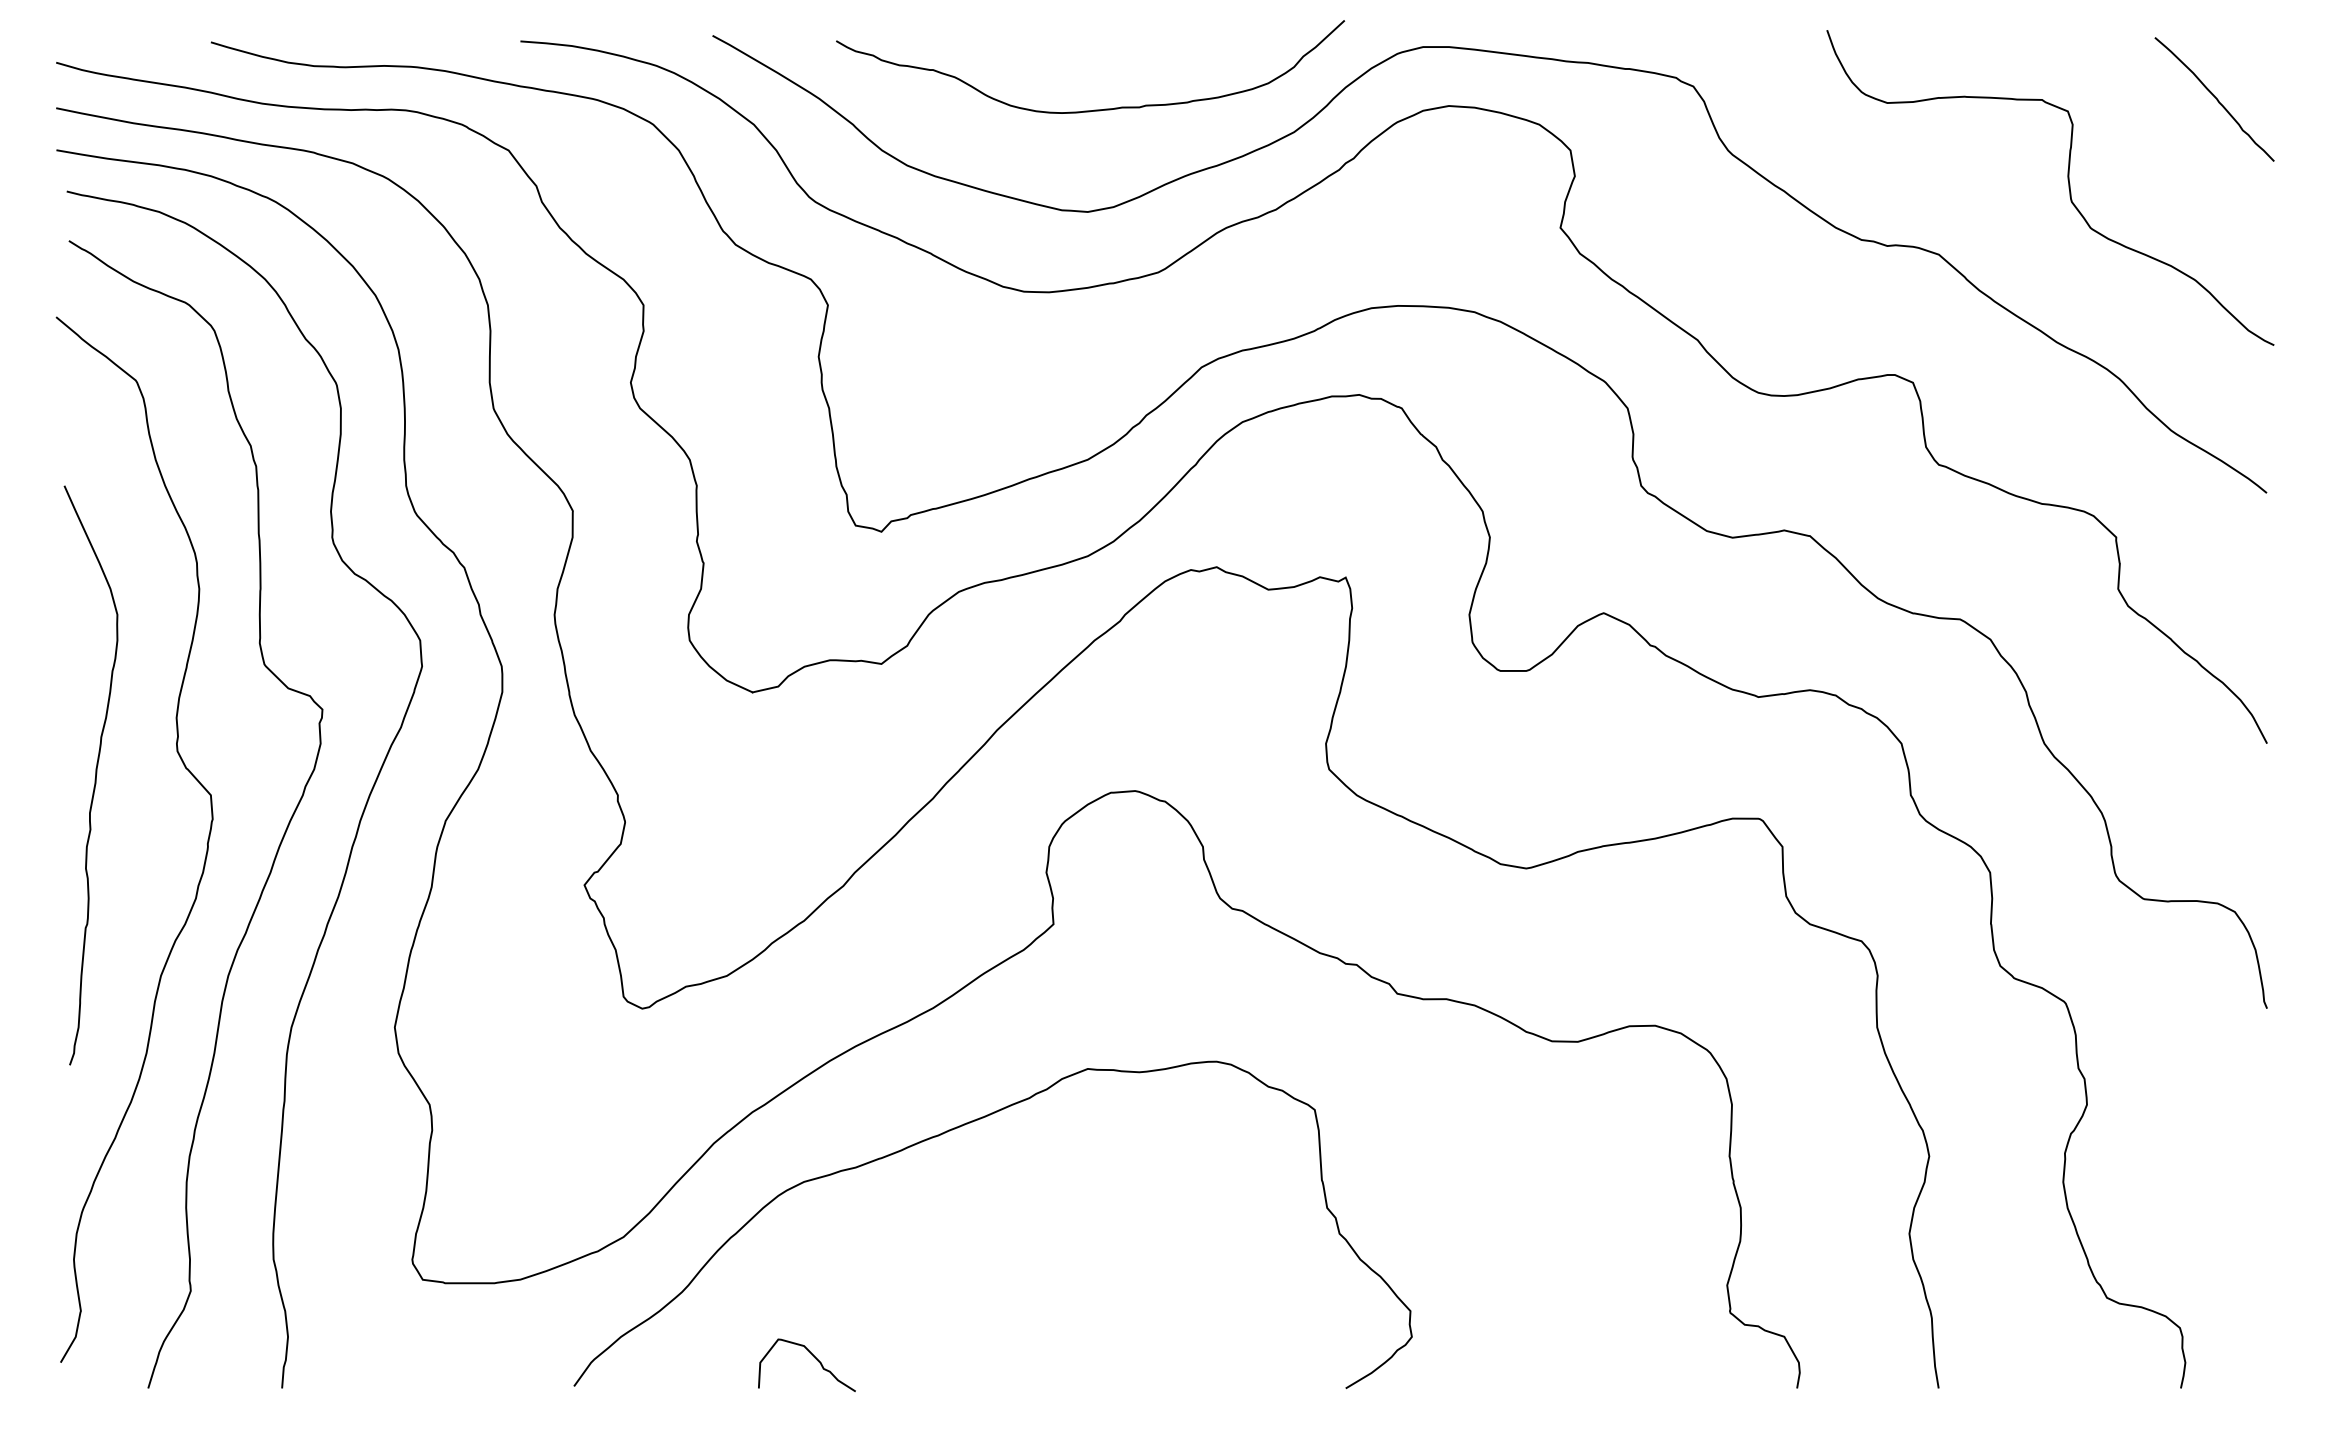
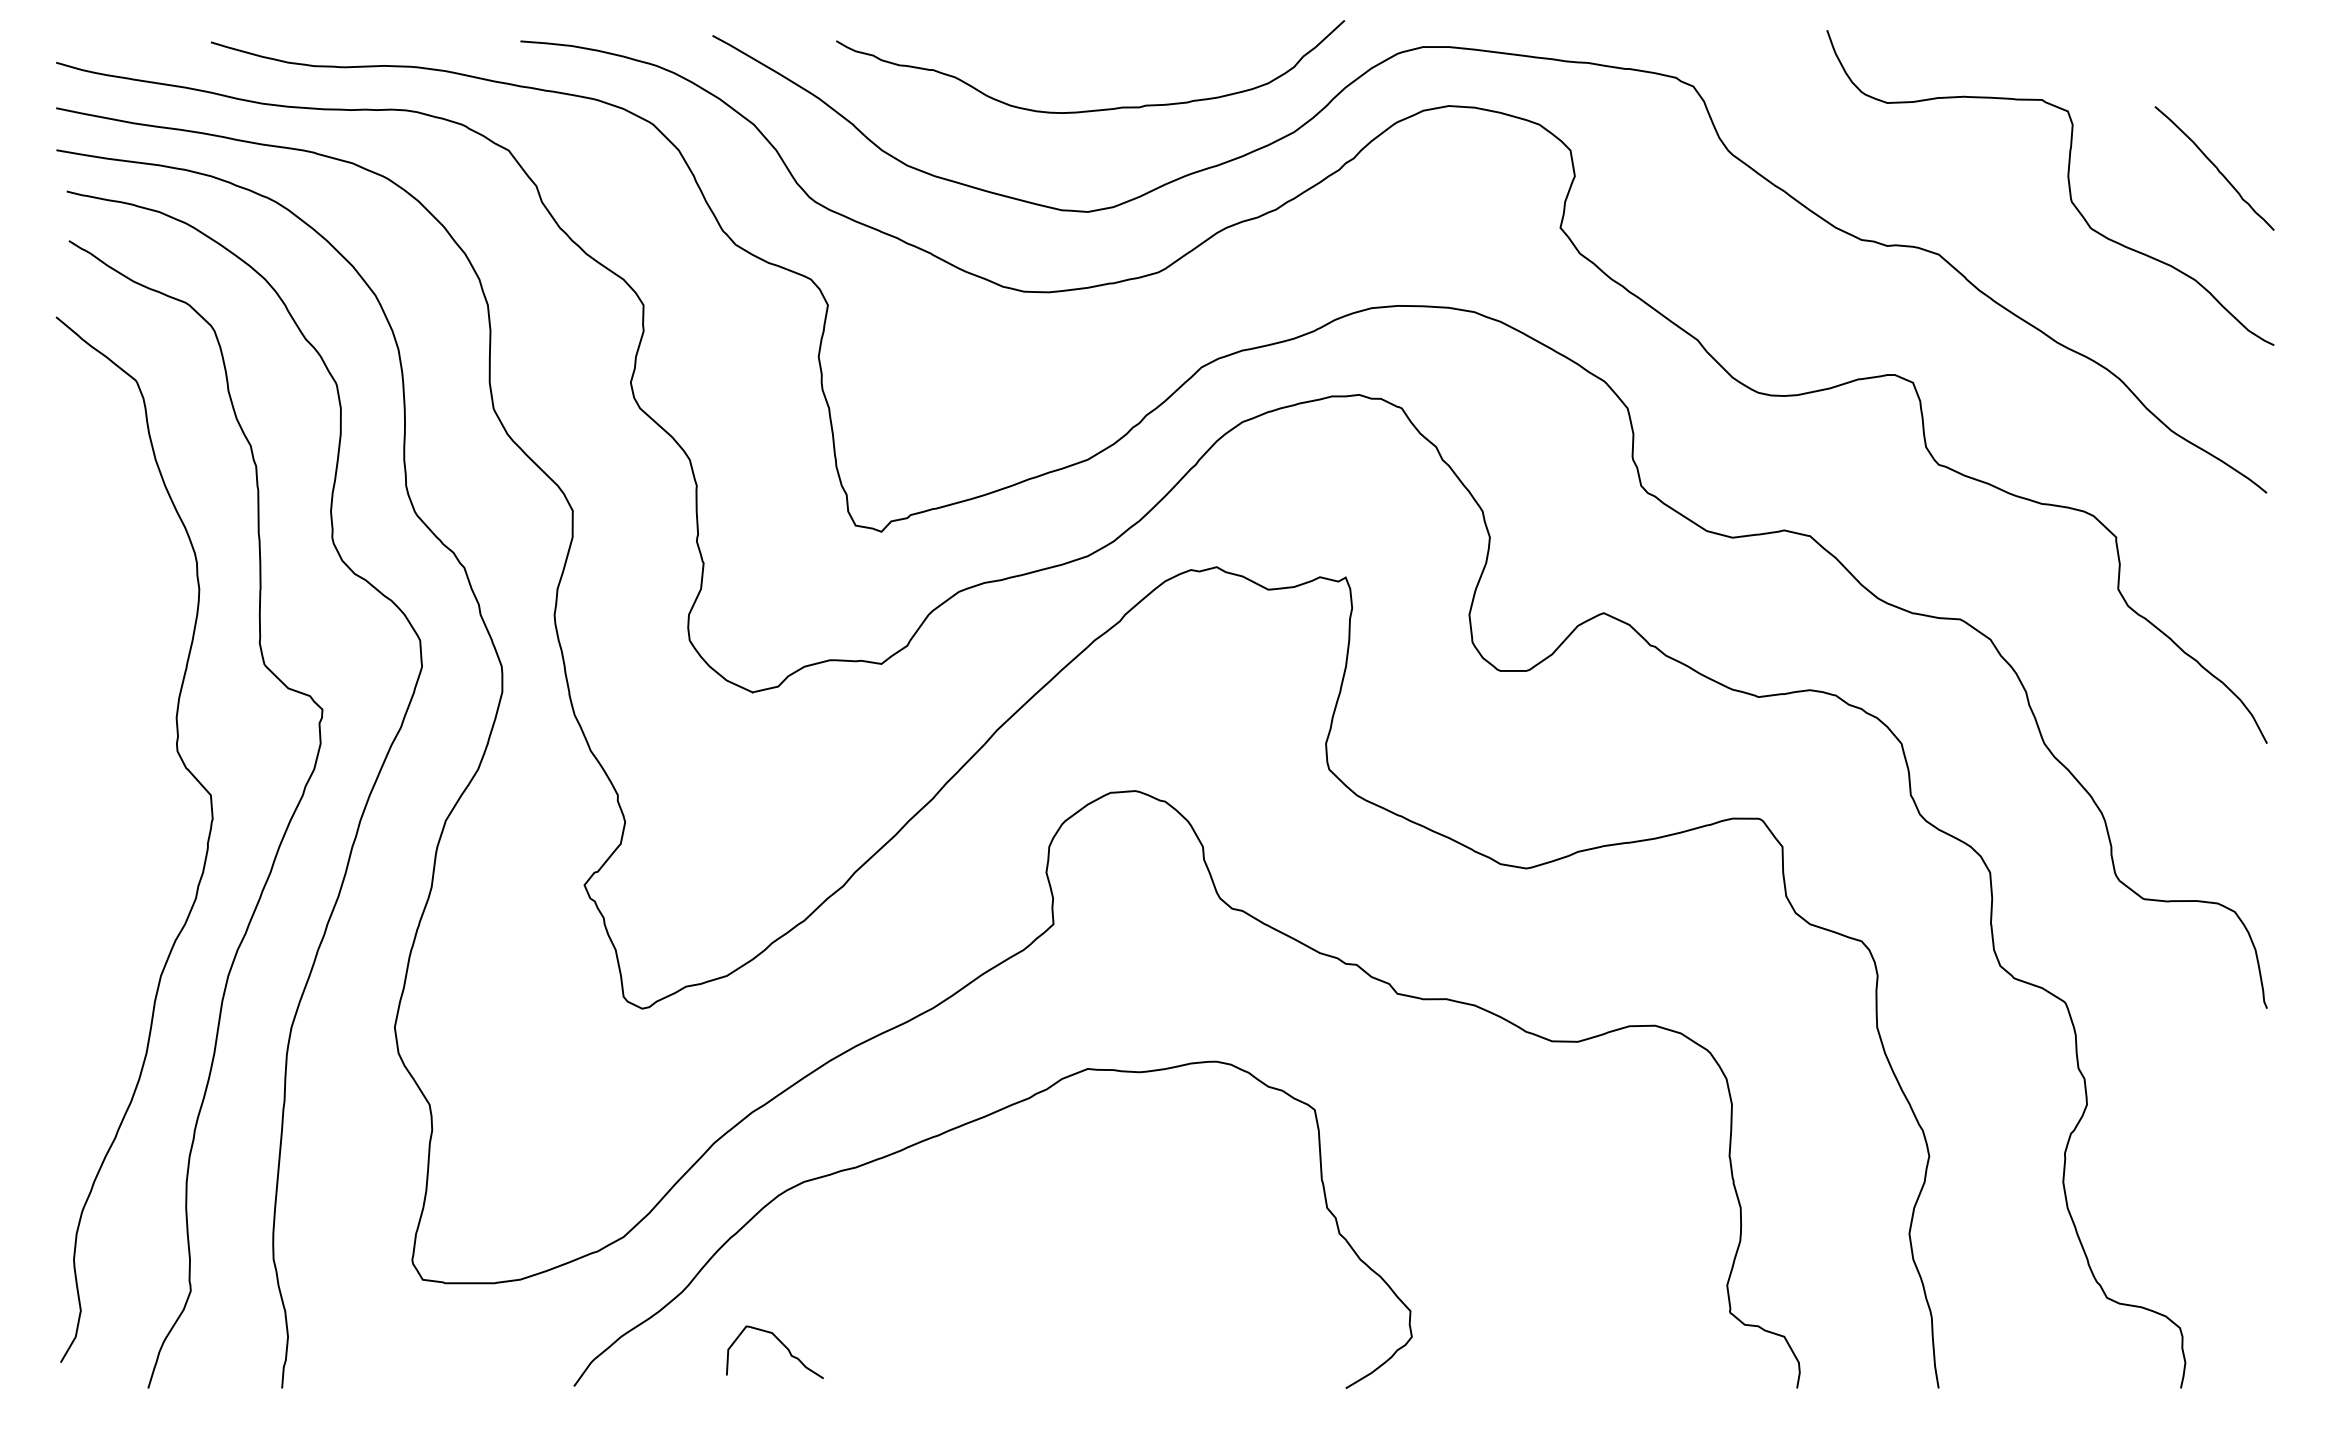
curve at (2215, 98) position: (2215, 98) -> (2215, 167)
curve at (95, 775): present -> none
curve at (816, 1360) position: (816, 1360) -> (784, 1347)
